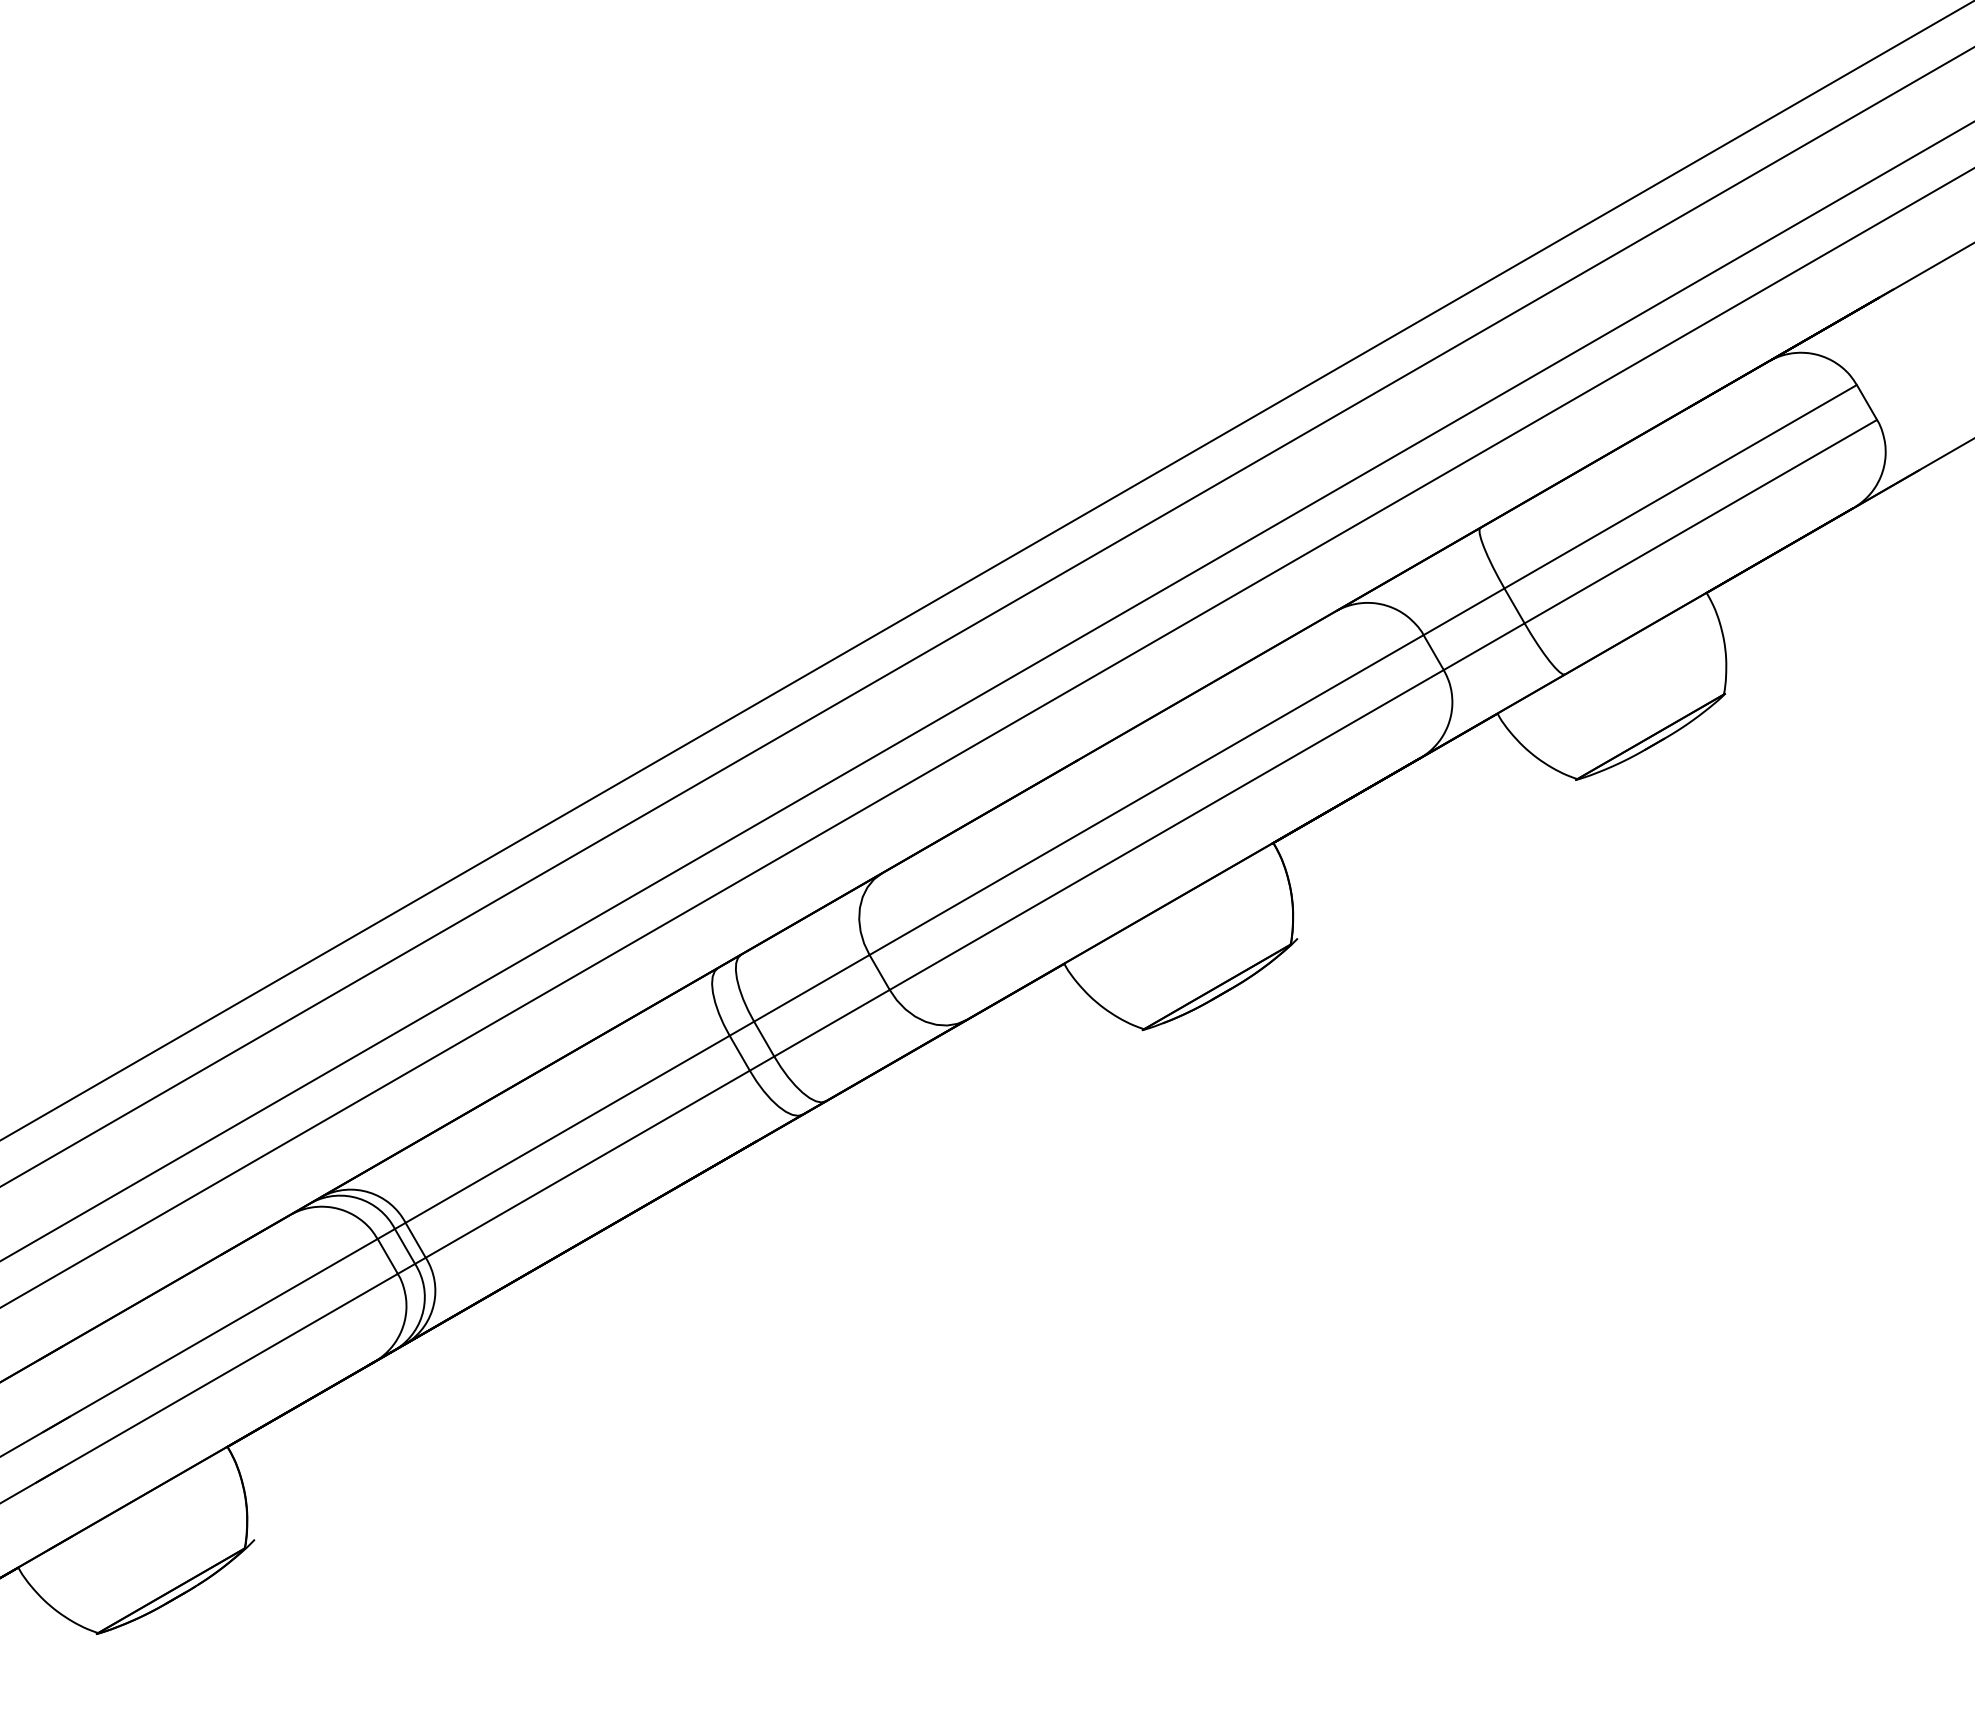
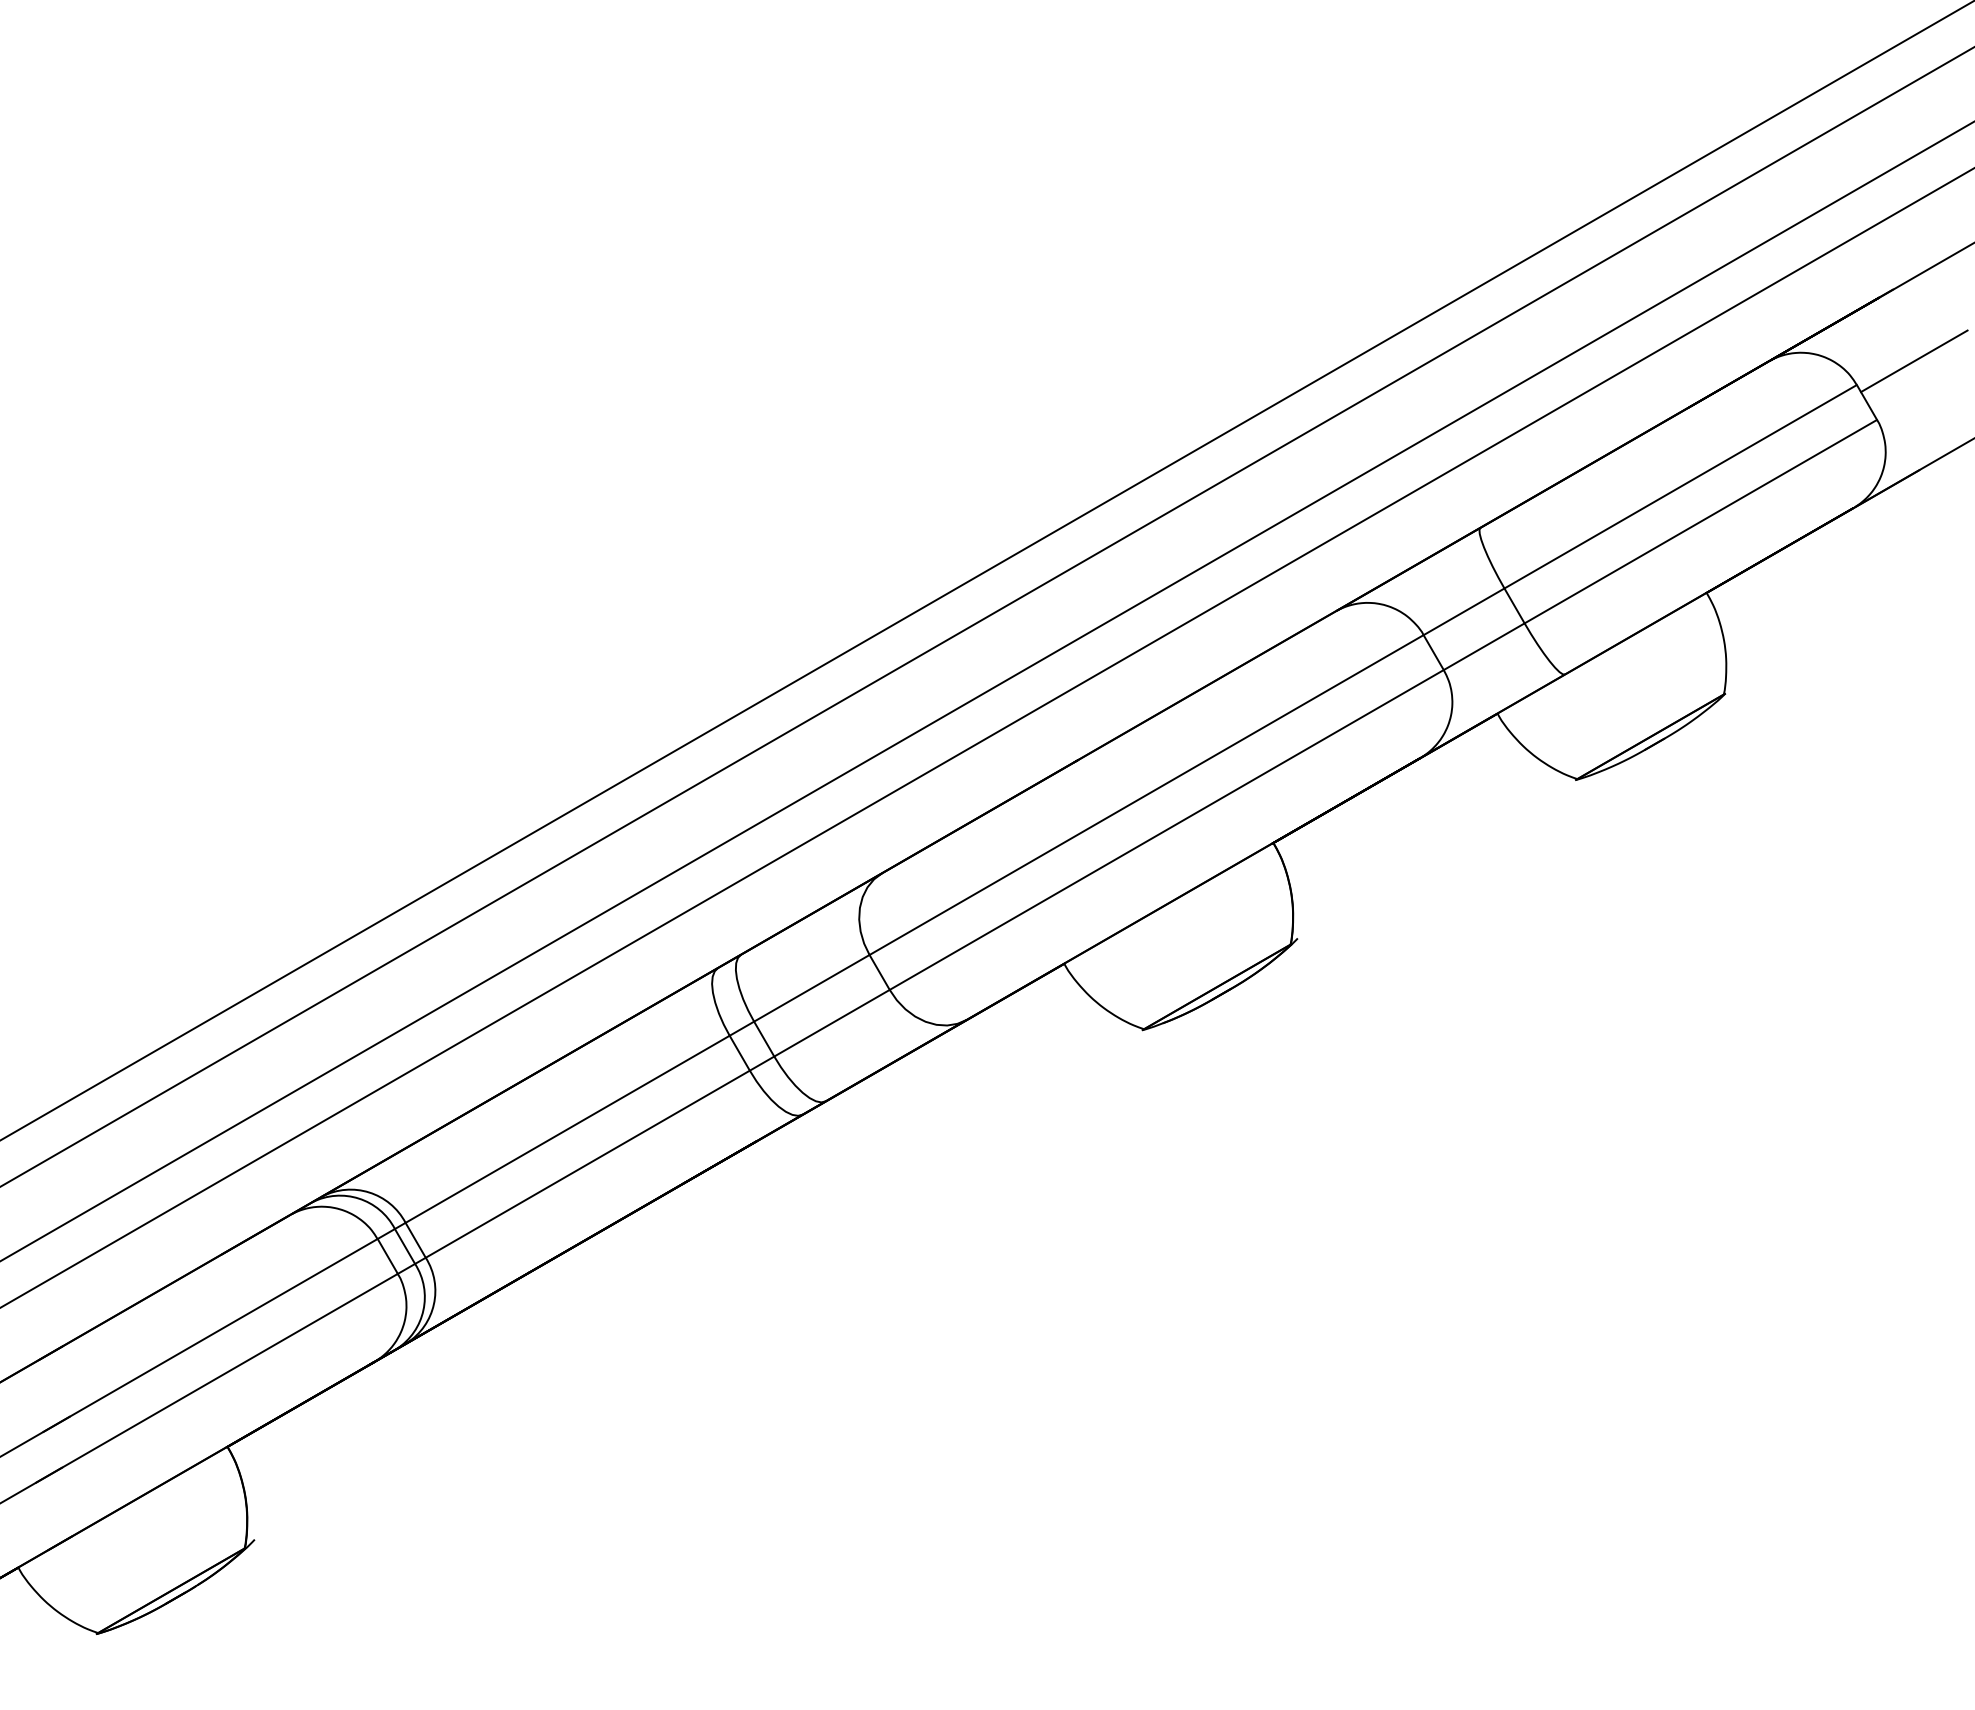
line at (1913, 361): none -> present
